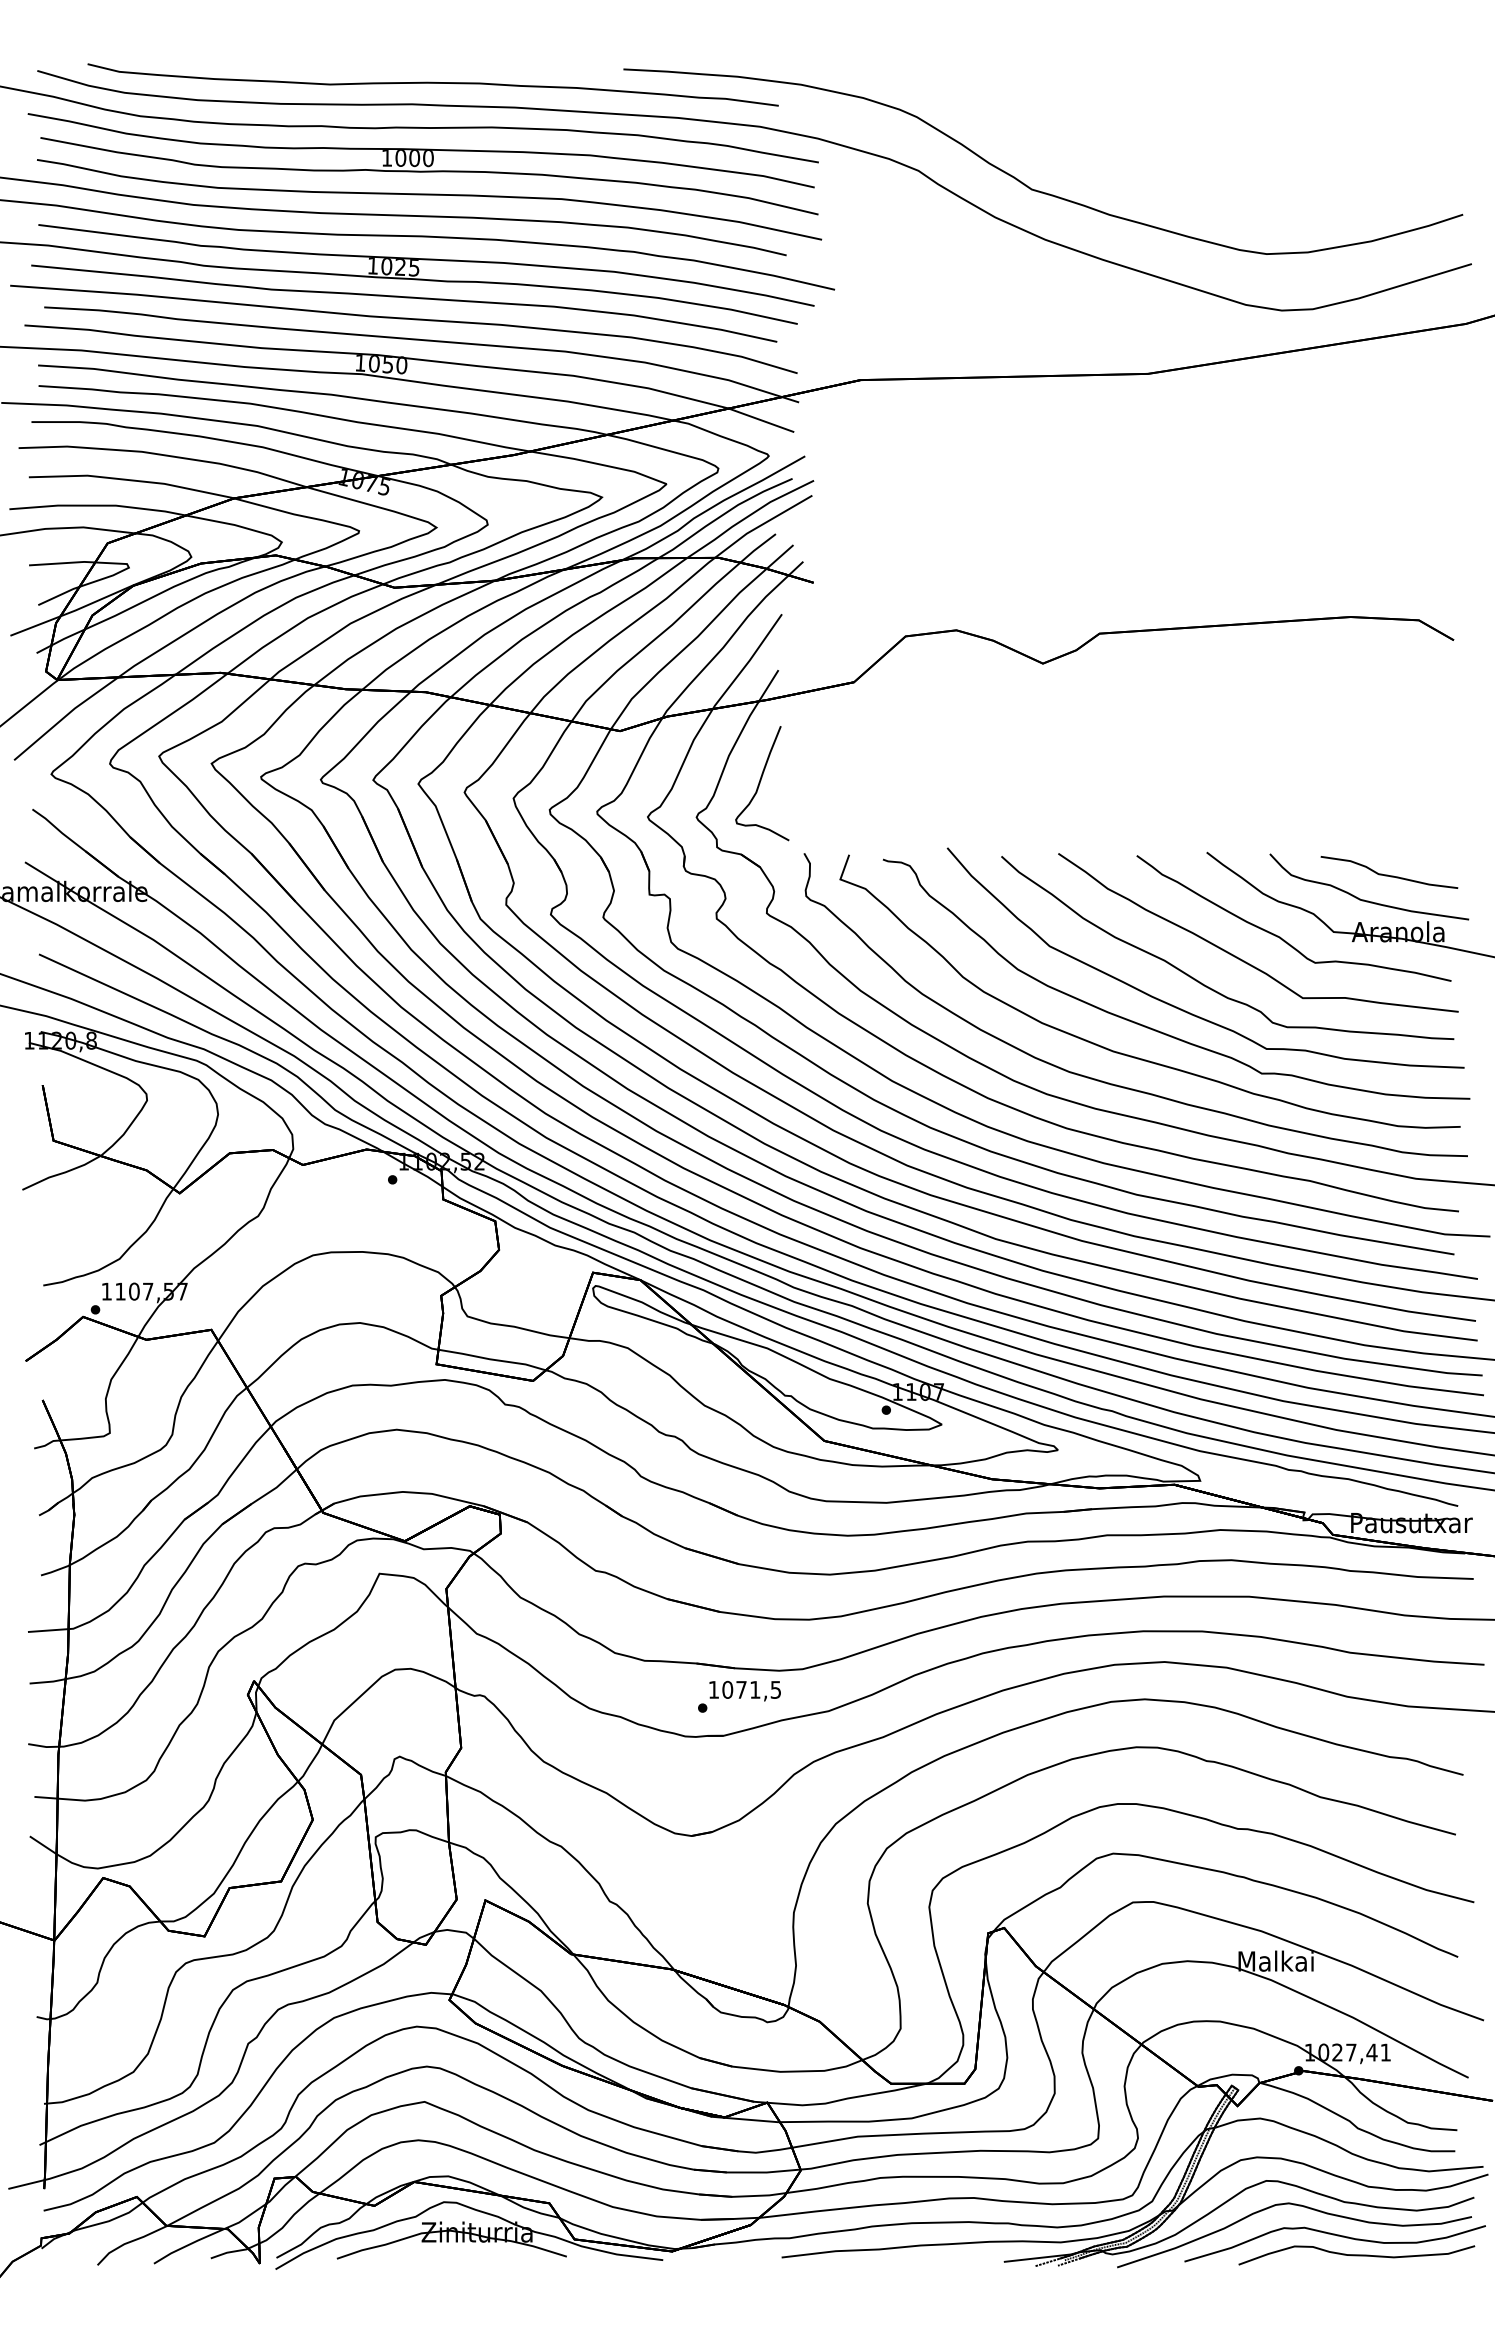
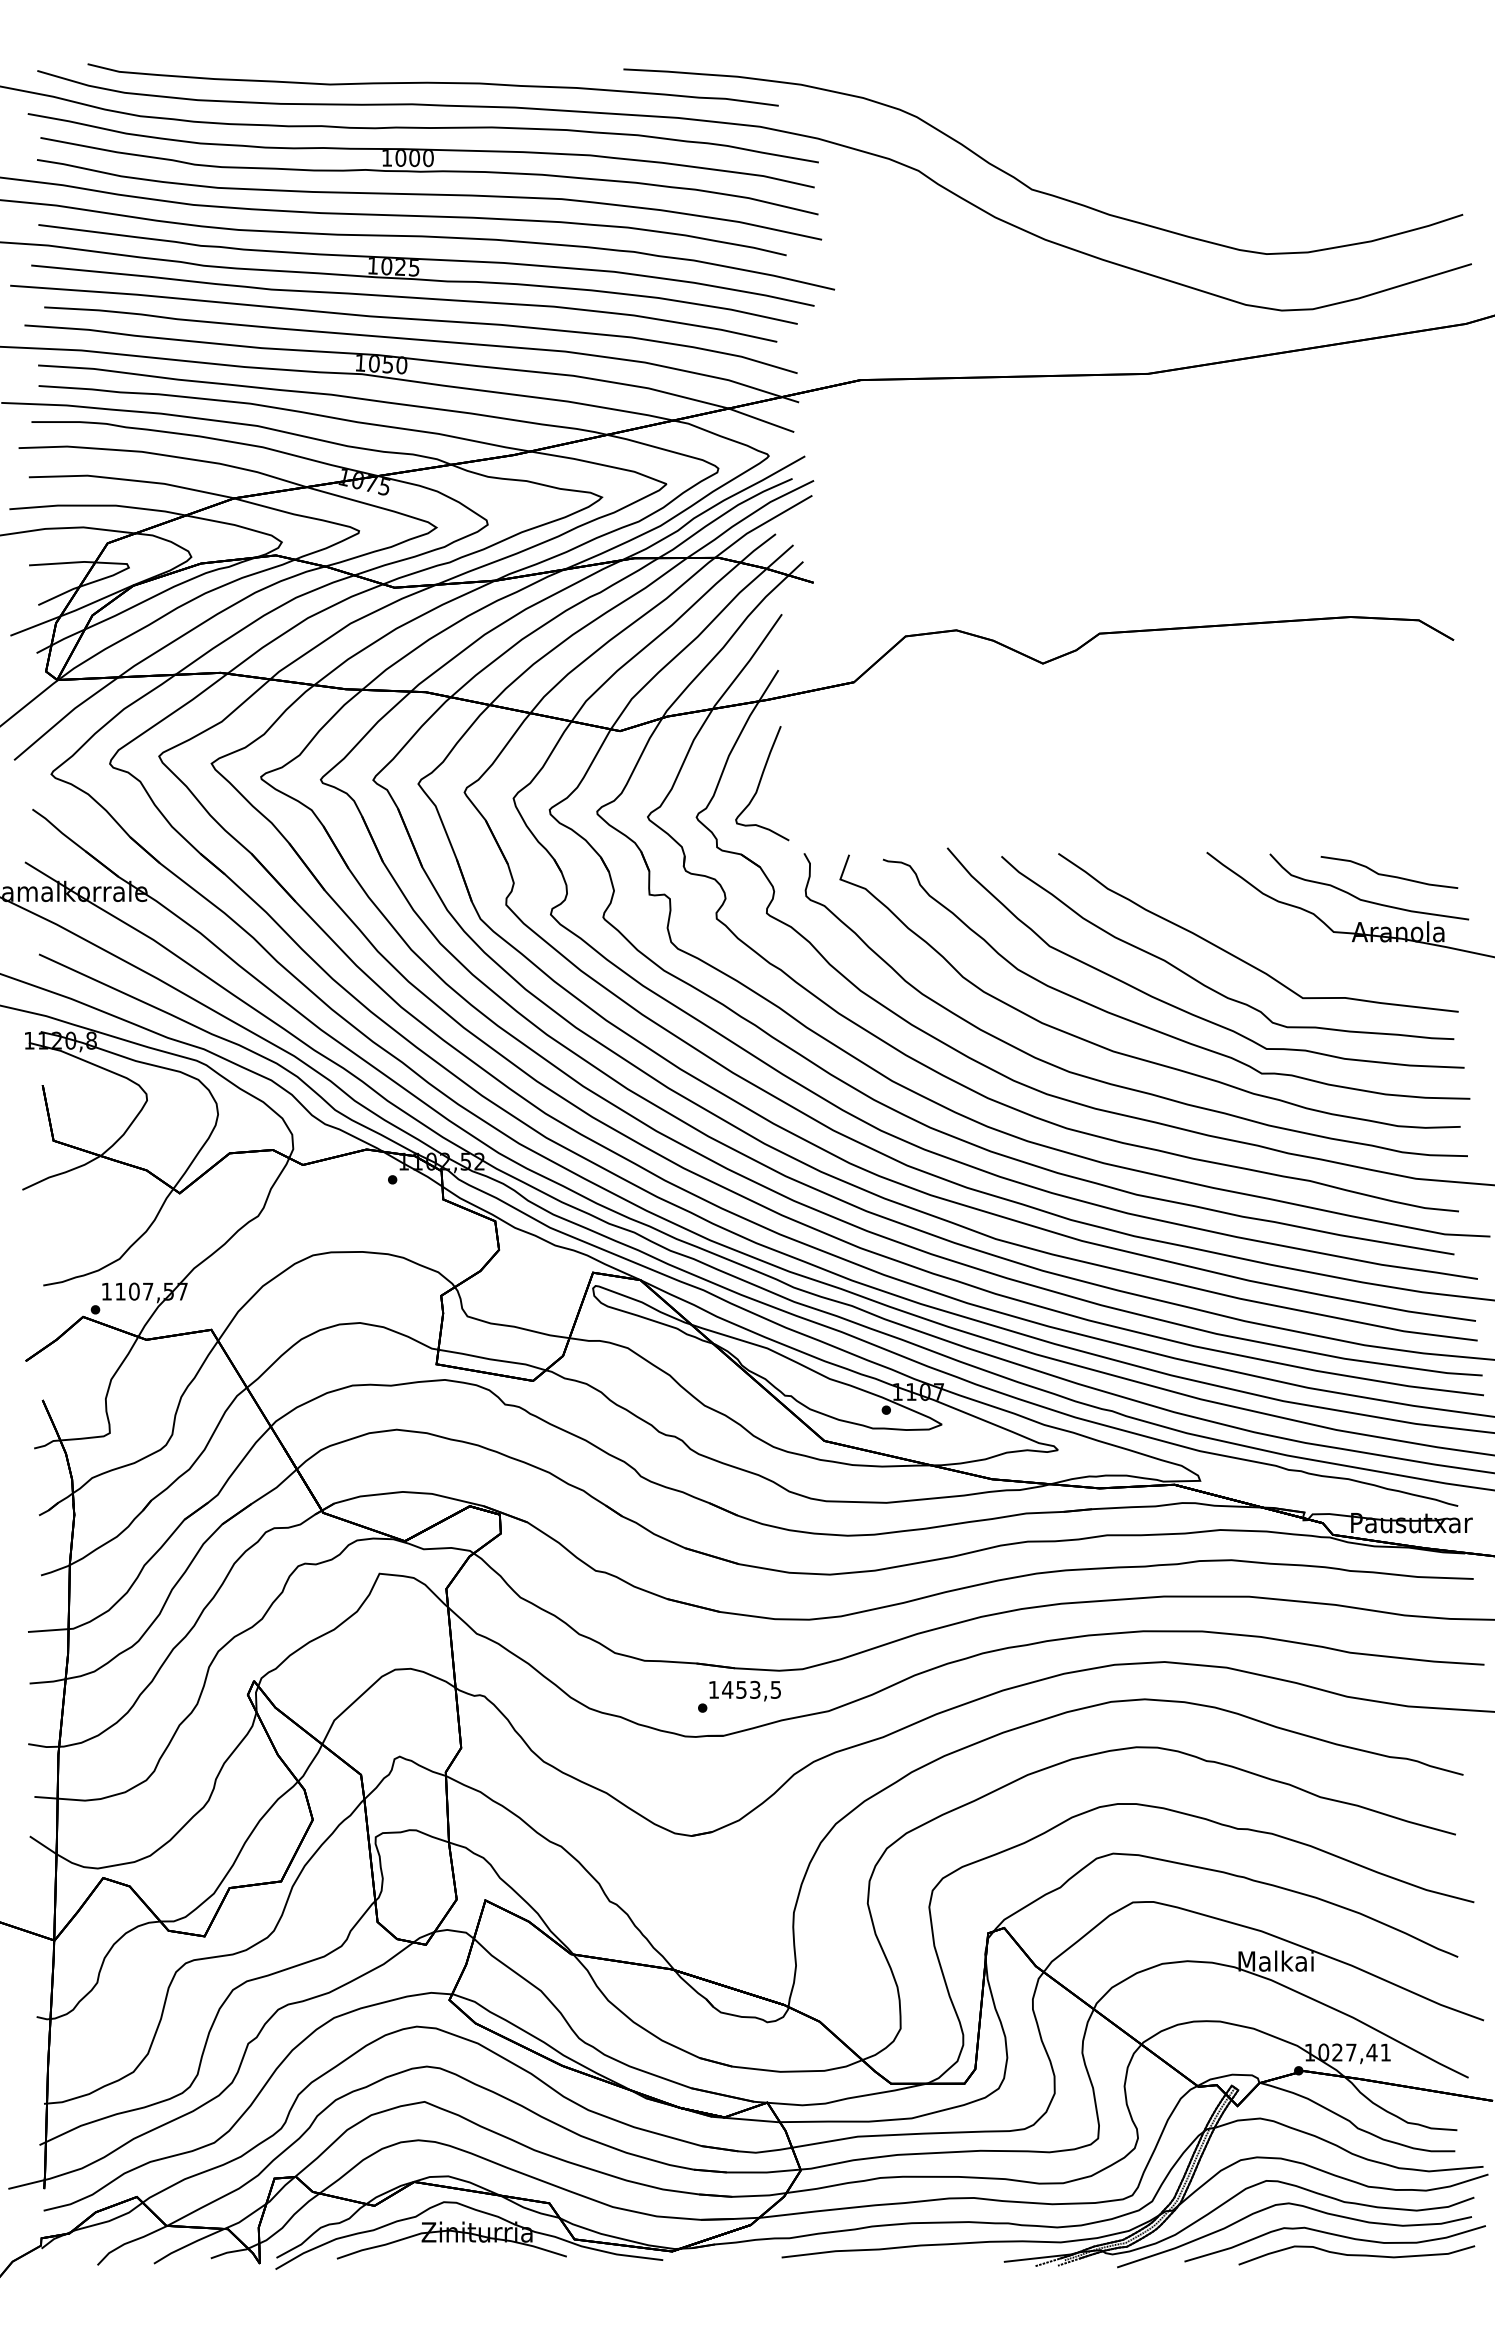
curve at (1280, 936): present -> none
text at (741, 1689): 1071,5 -> 1453,5
